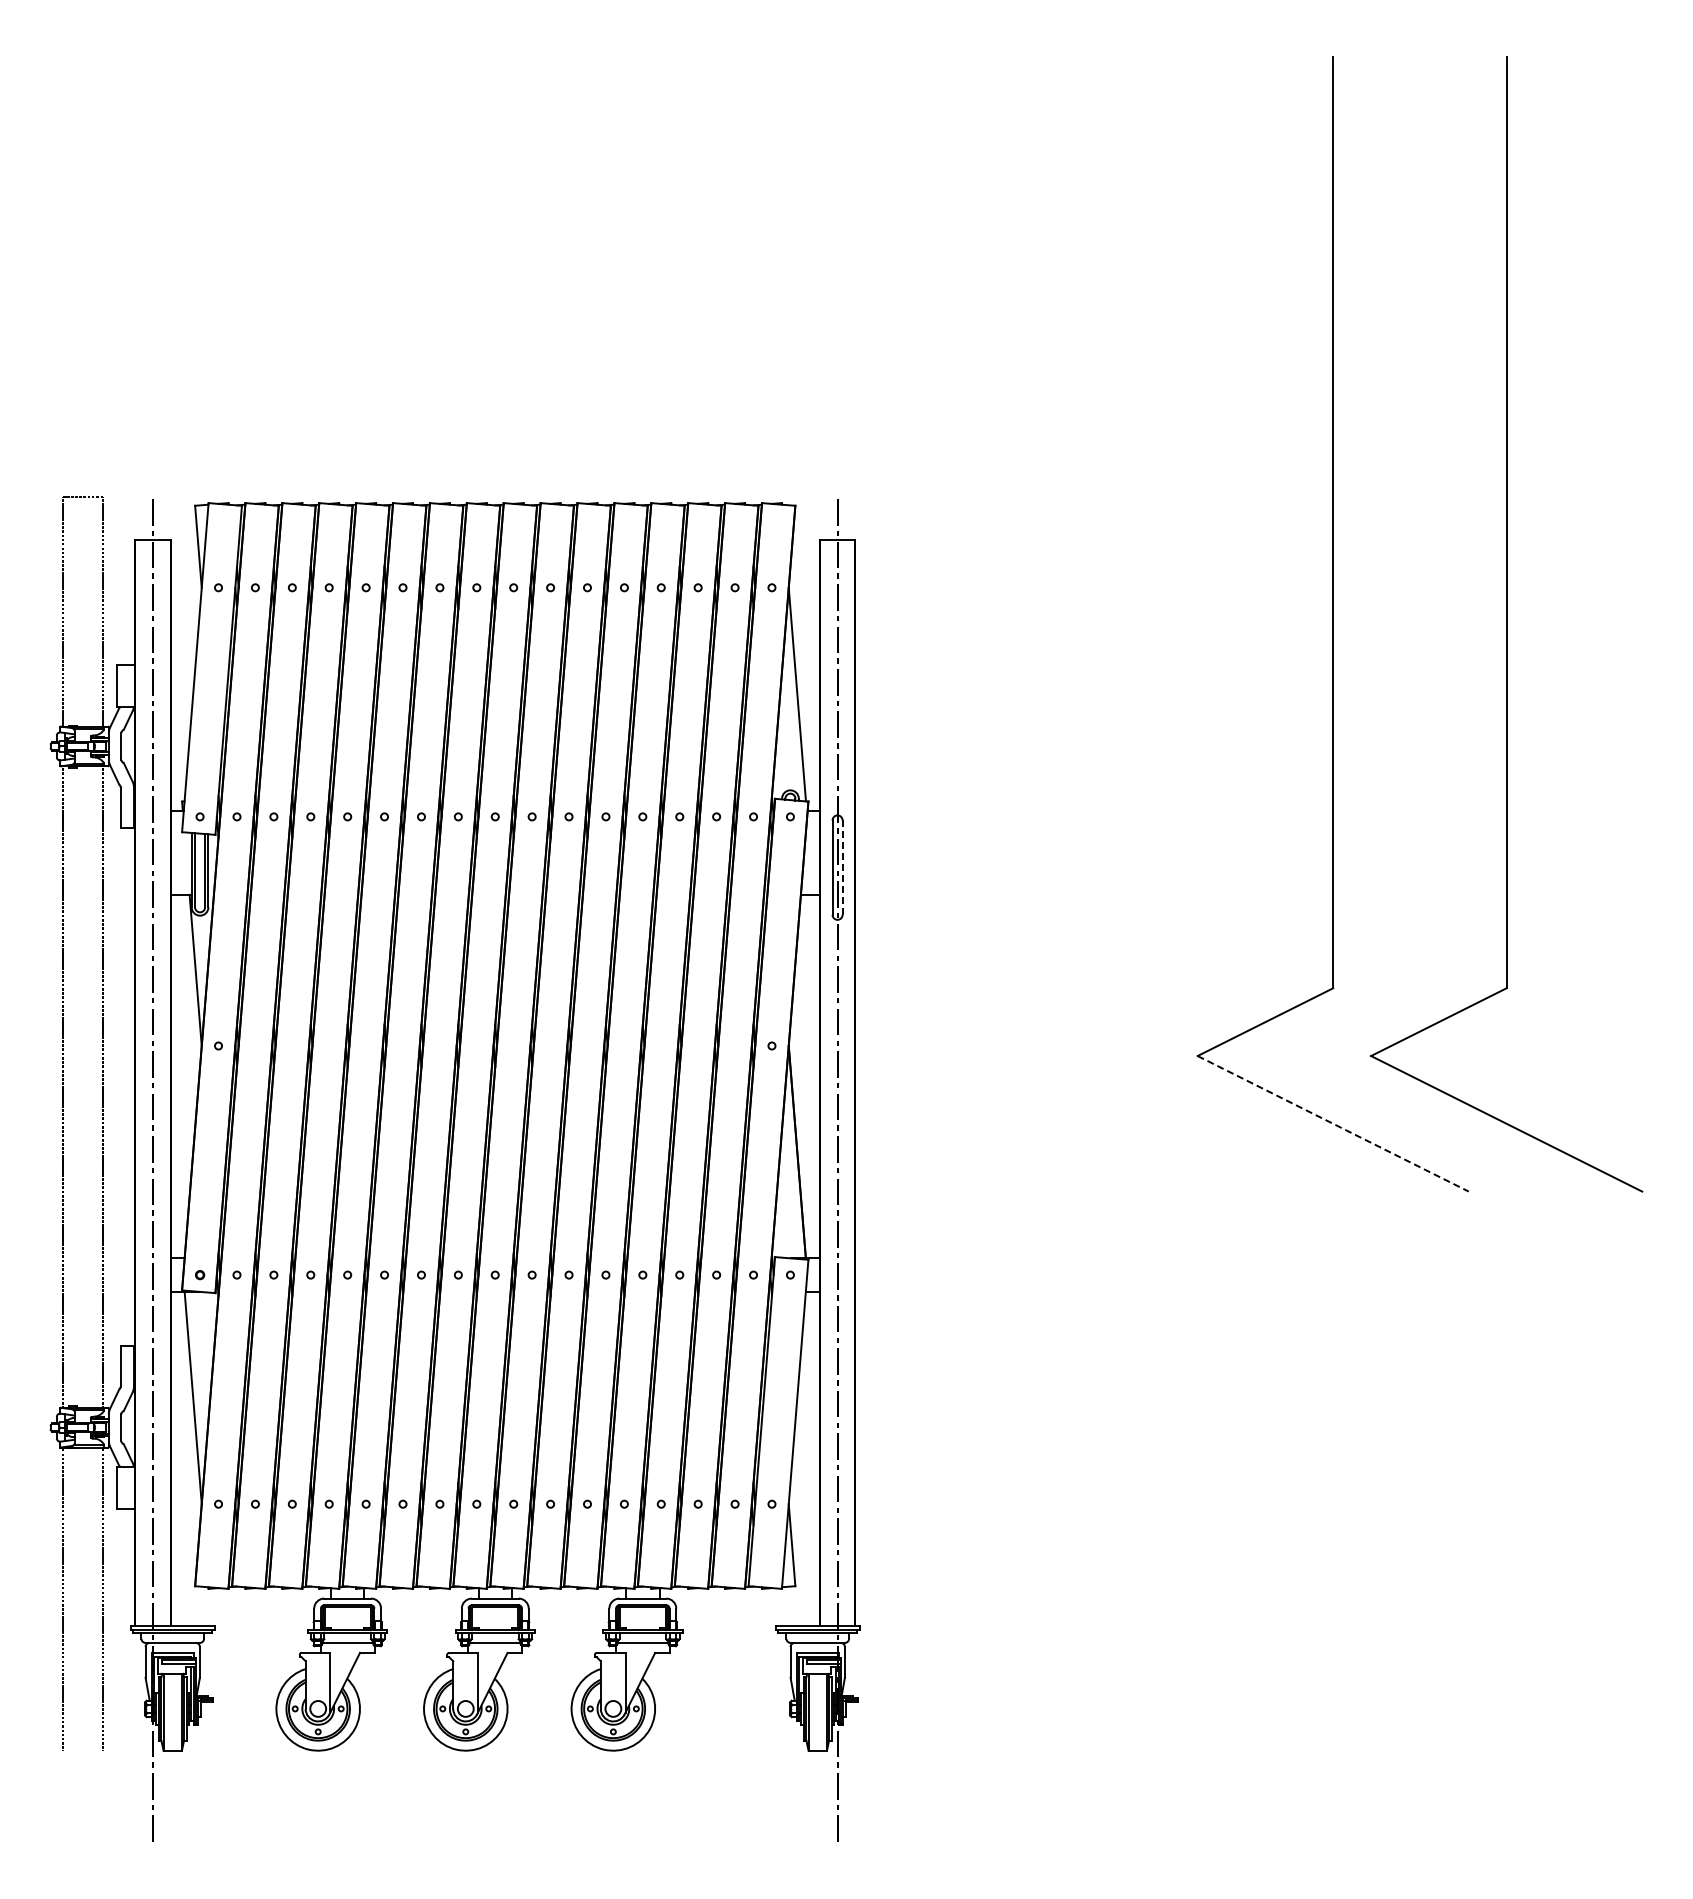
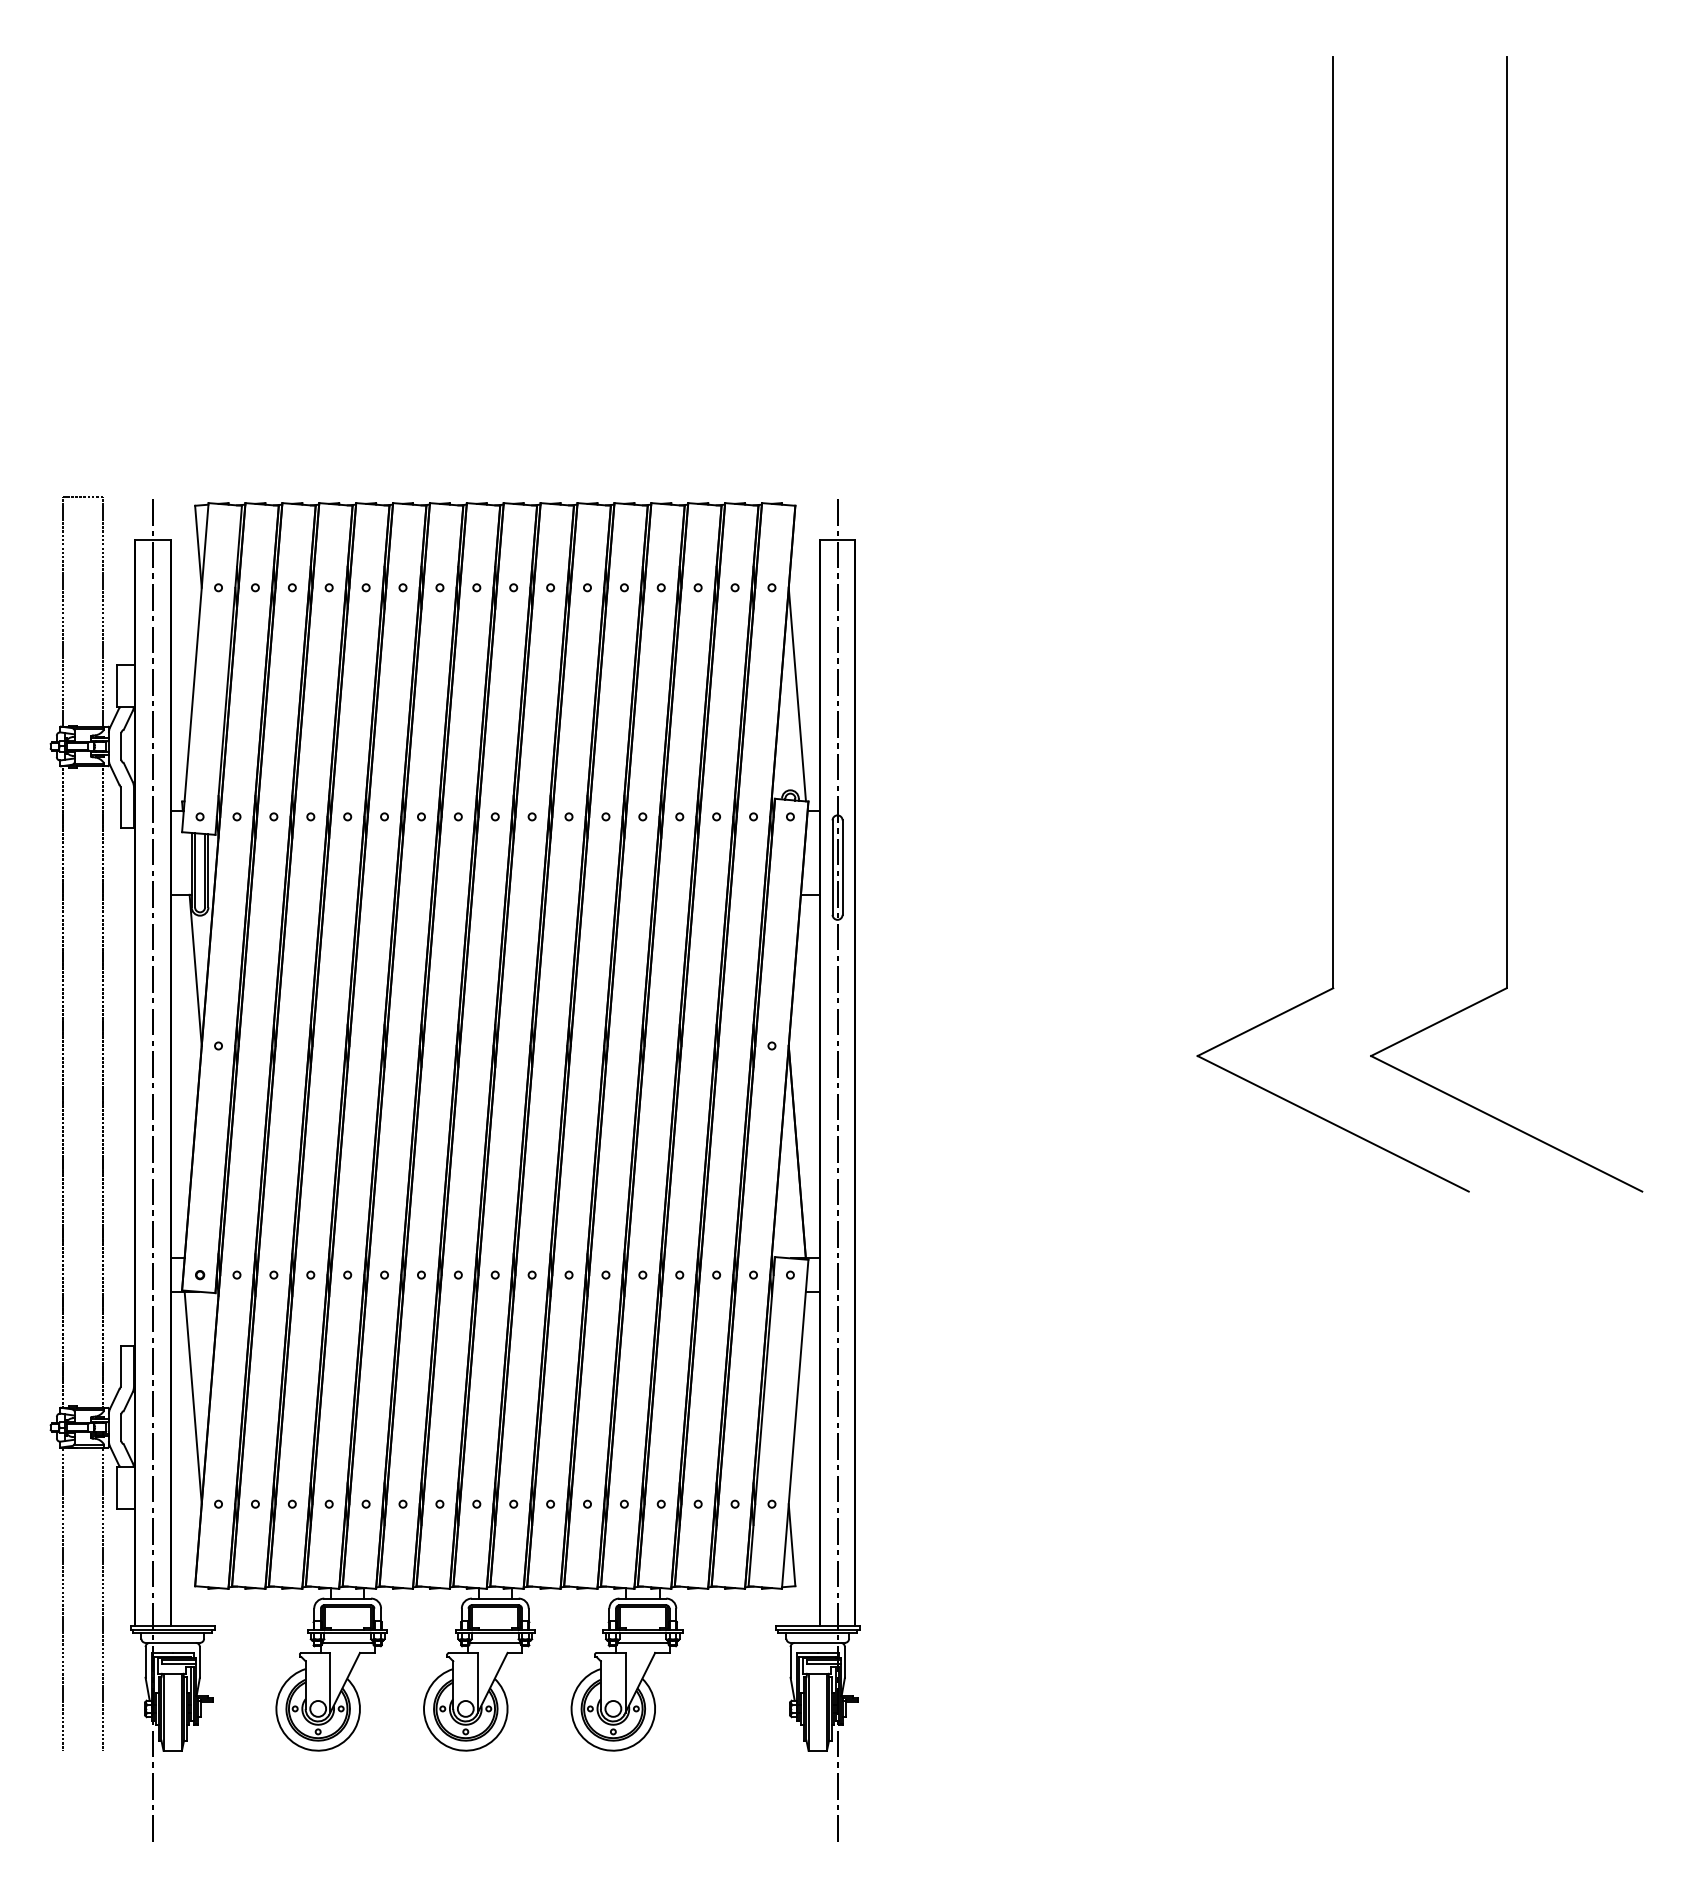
line at (842, 867): dashed -> solid
line at (1333, 1123): dashed -> solid
